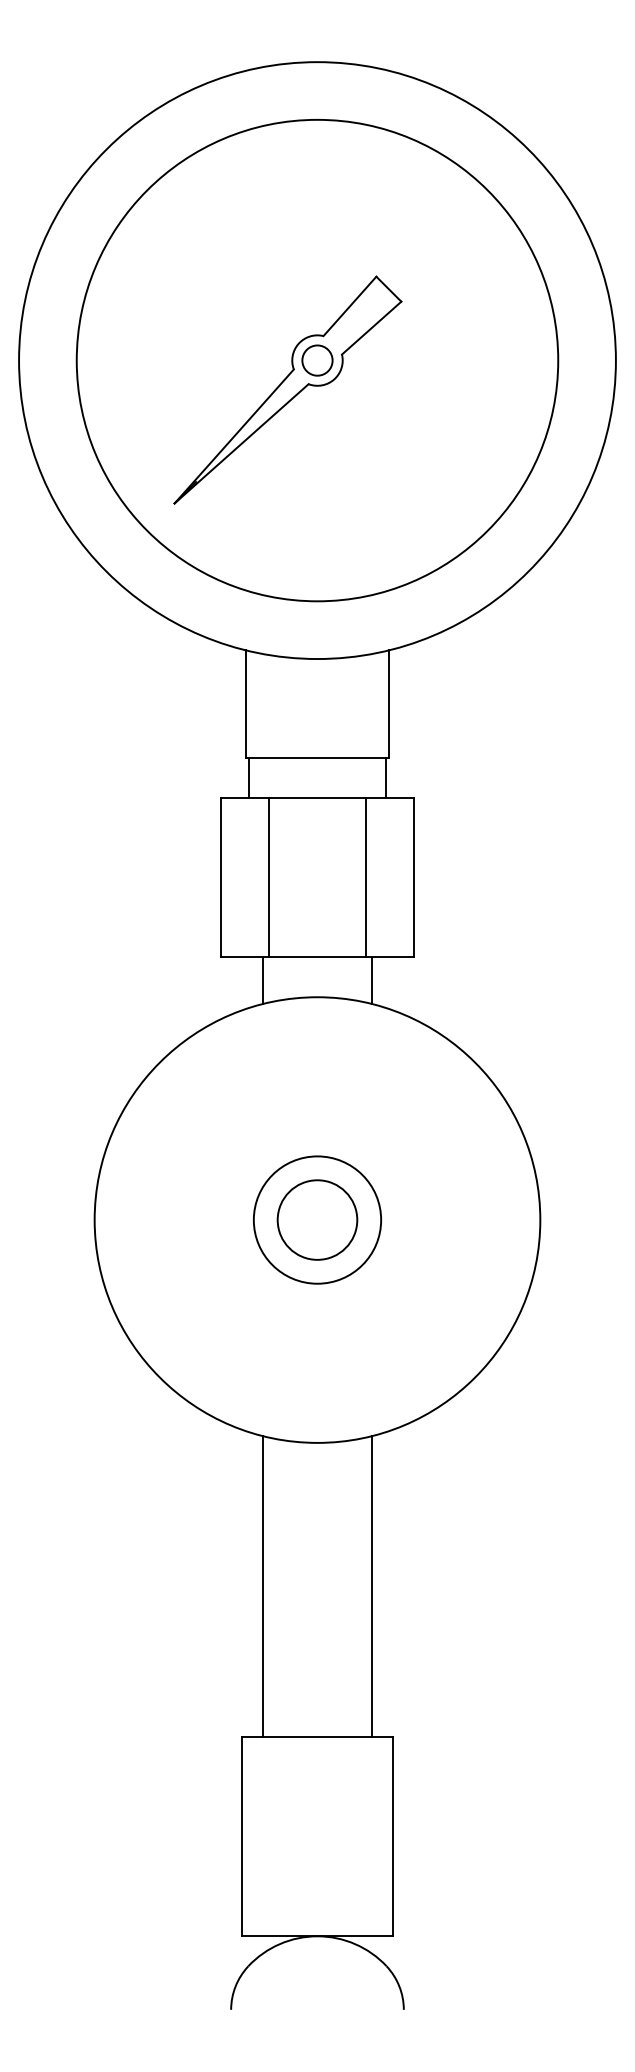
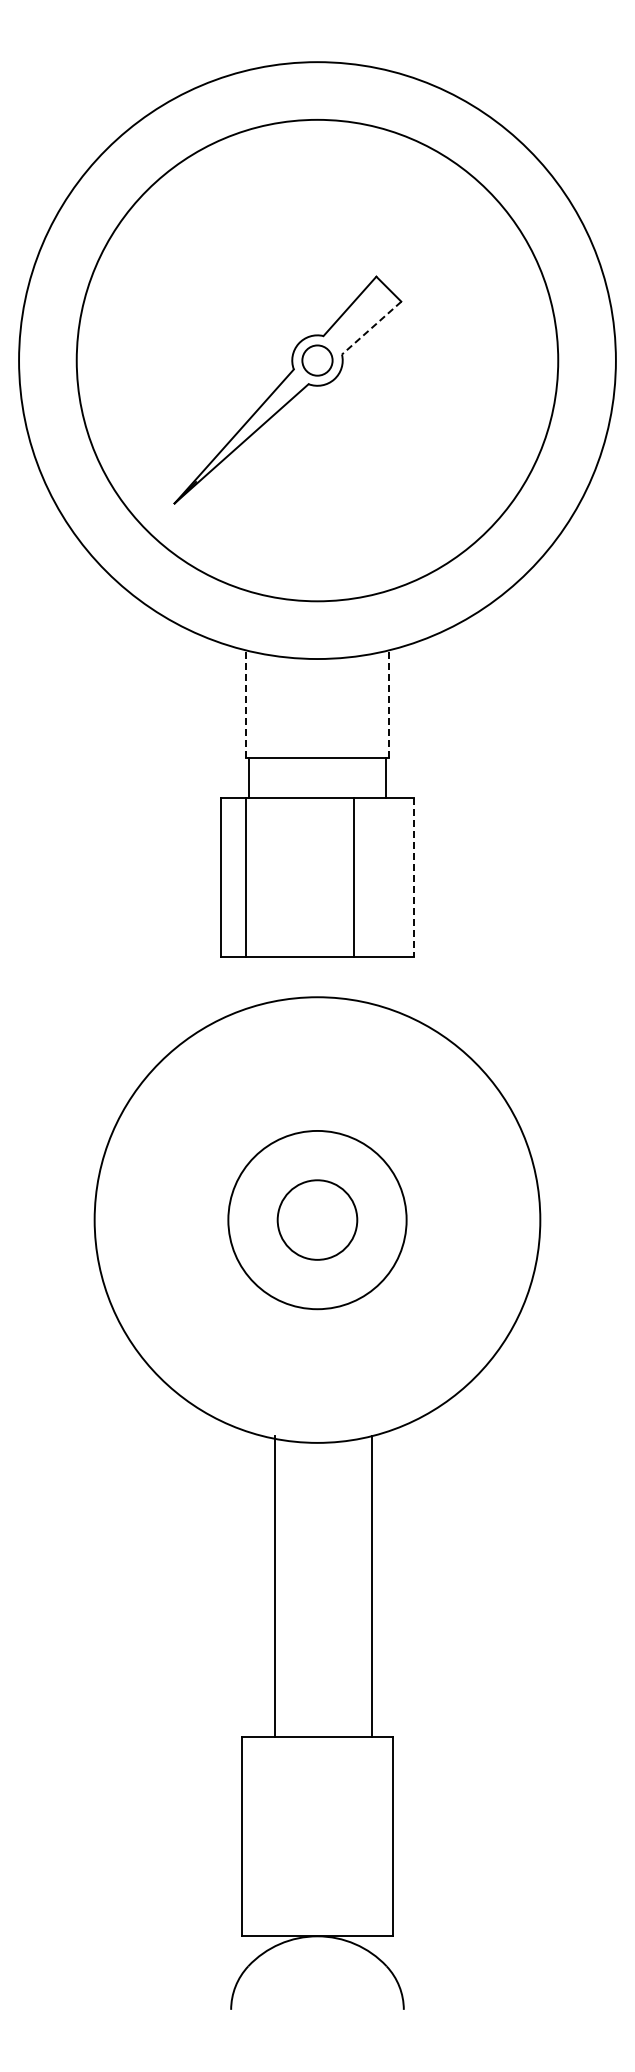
line at (371, 328): solid -> dashed
line at (245, 703): solid -> dashed
line at (389, 703): solid -> dashed
line at (269, 877) position: (269, 877) -> (246, 877)
line at (365, 877) position: (365, 877) -> (353, 877)
line at (413, 877): solid -> dashed
line at (262, 980): present -> none
line at (372, 980): present -> none
circle at (317, 1219) diameter: 127 px -> 178 px
line at (262, 1586) position: (262, 1586) -> (274, 1586)
